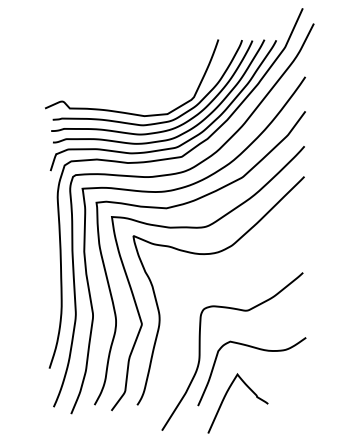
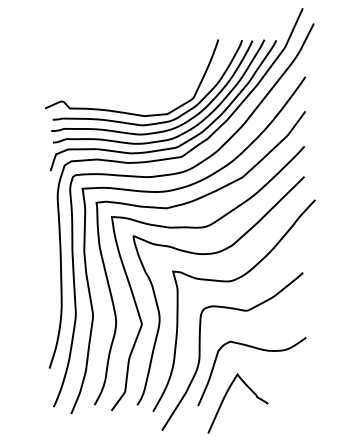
curve at (230, 282): none -> present
